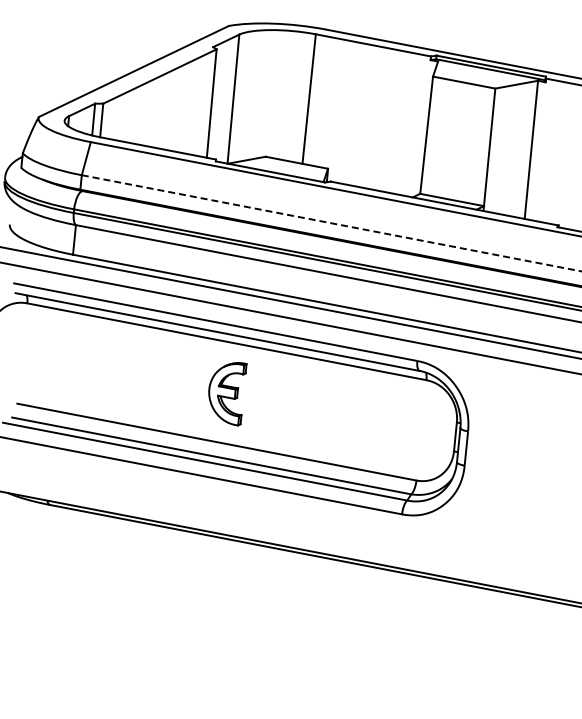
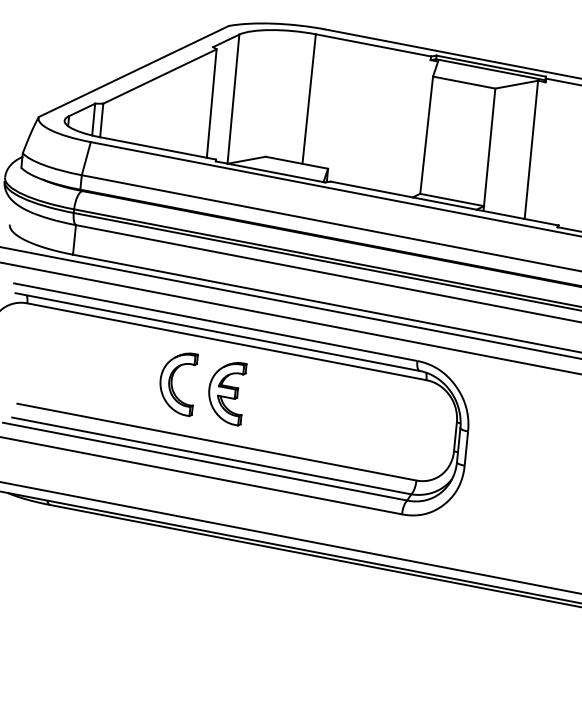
line at (332, 223): dashed -> solid
part at (178, 384): none -> present
line at (290, 537): none -> present
